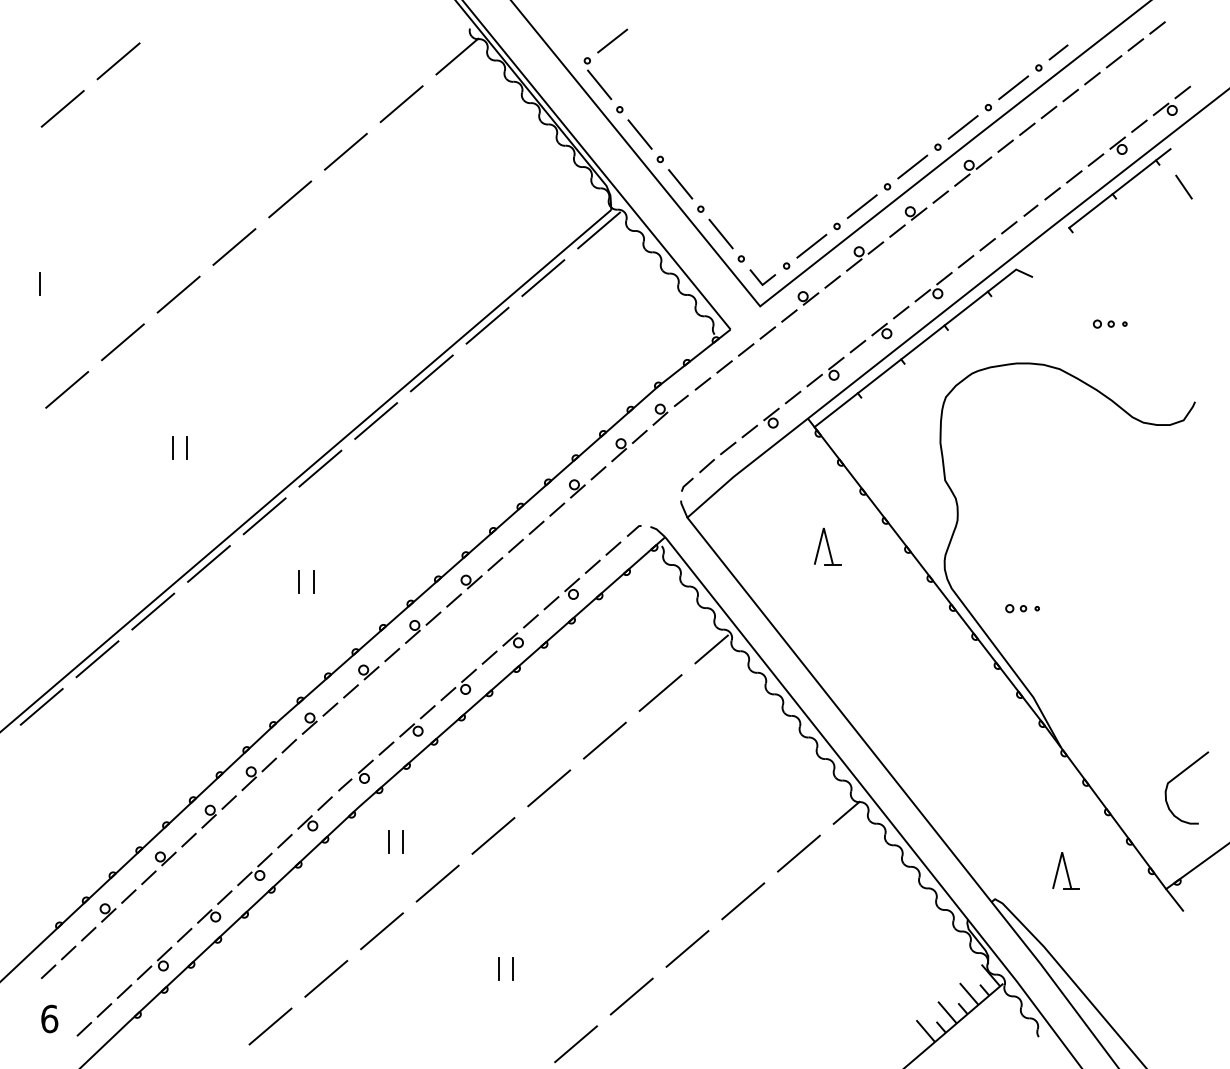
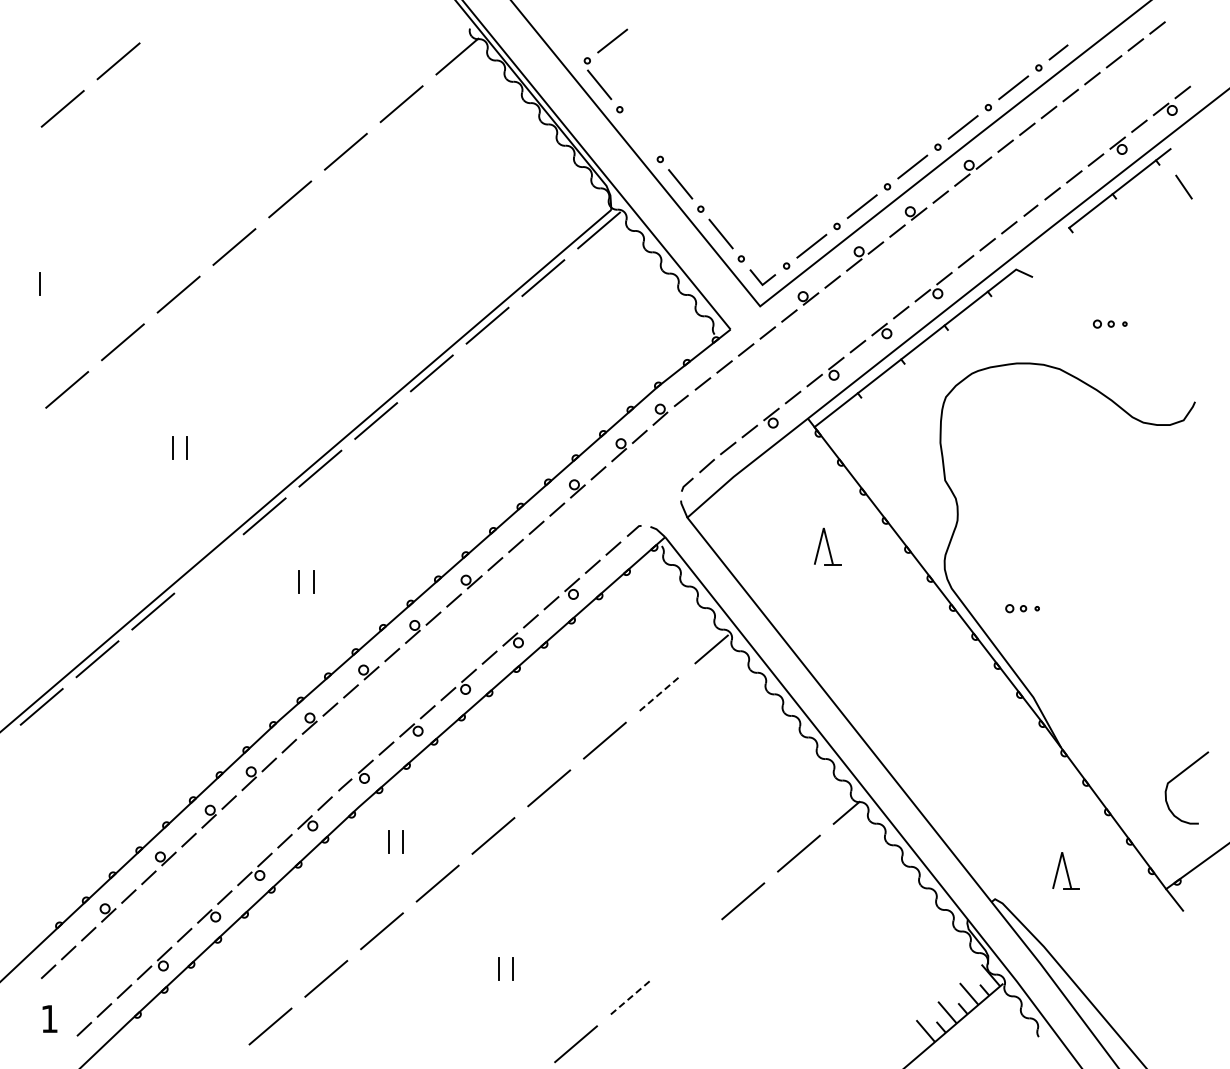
line at (639, 134): present -> none
line at (208, 563): present -> none
line at (661, 692): solid -> dashed
line at (687, 948): present -> none
line at (632, 996): solid -> dashed
text at (49, 1018): 6 -> 1
